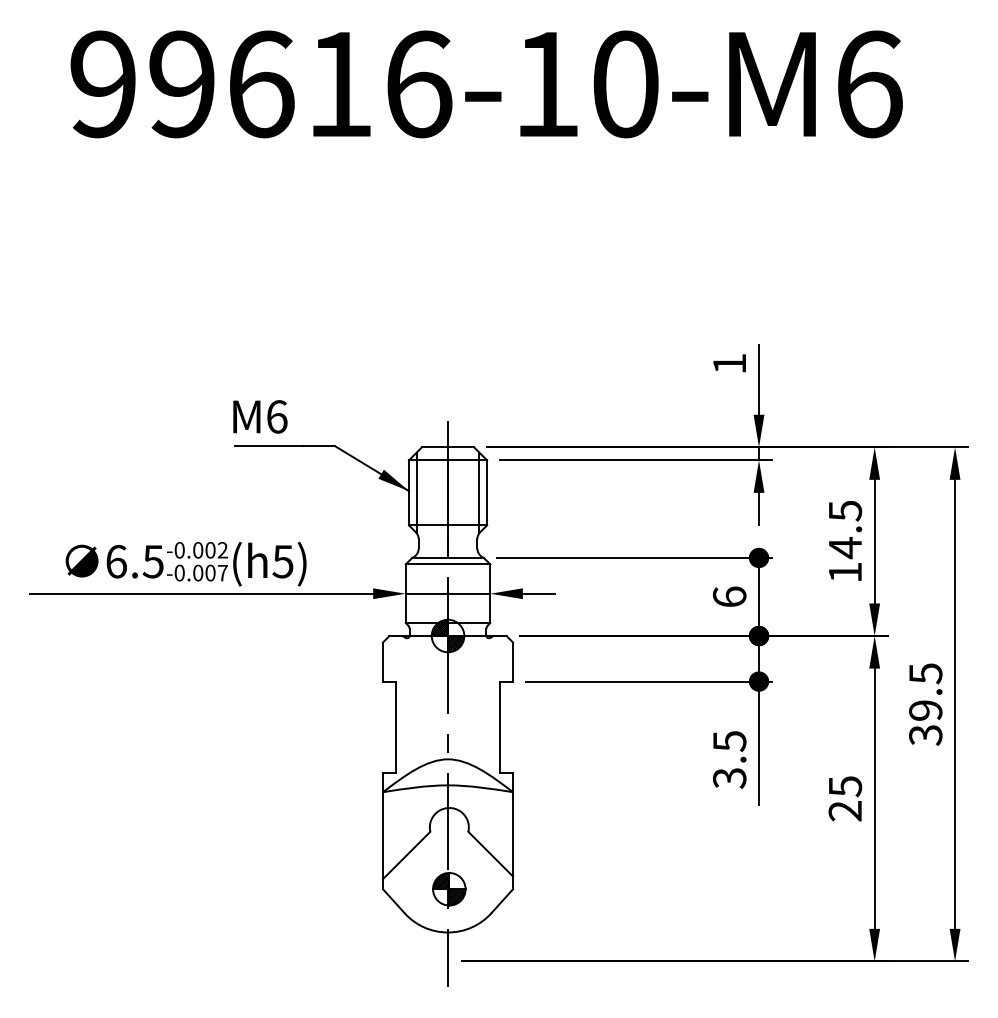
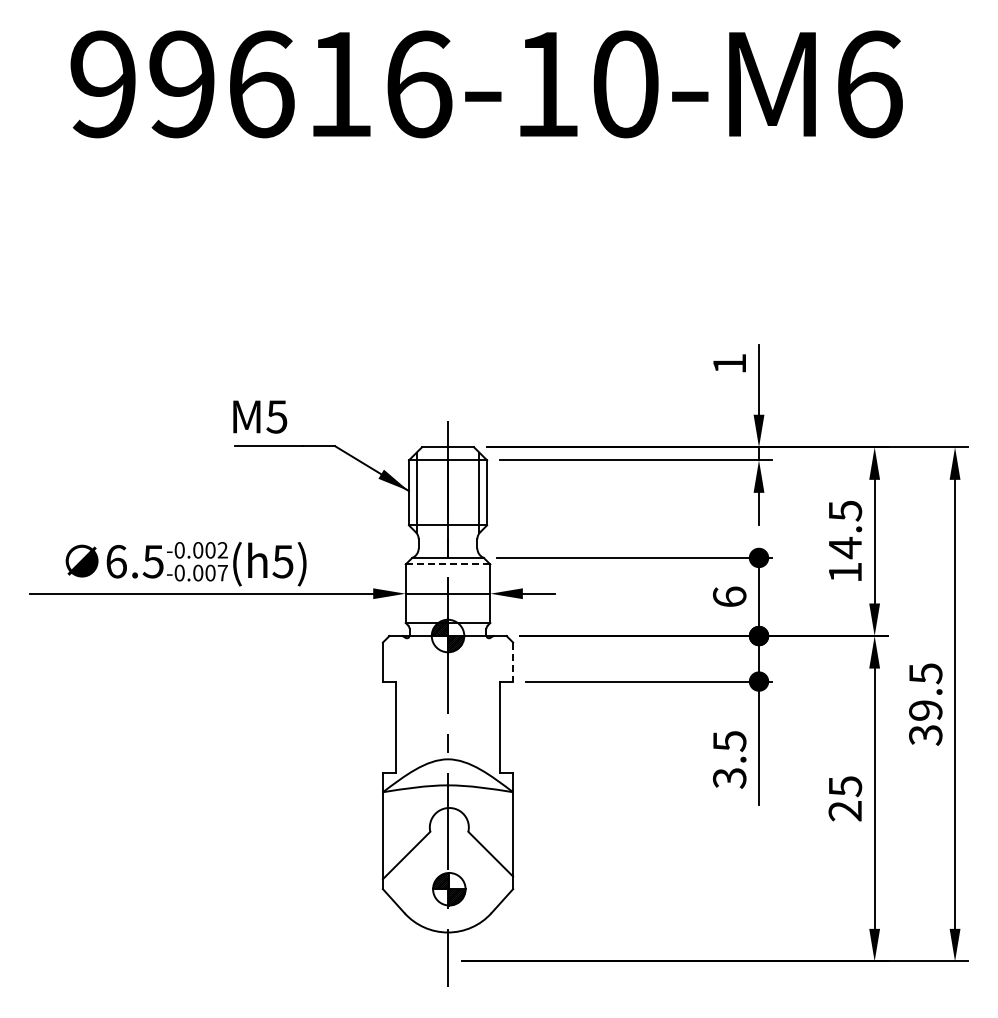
text at (276, 416): M6 -> M5
line at (448, 564): solid -> dashed
line at (513, 662): solid -> dashed
